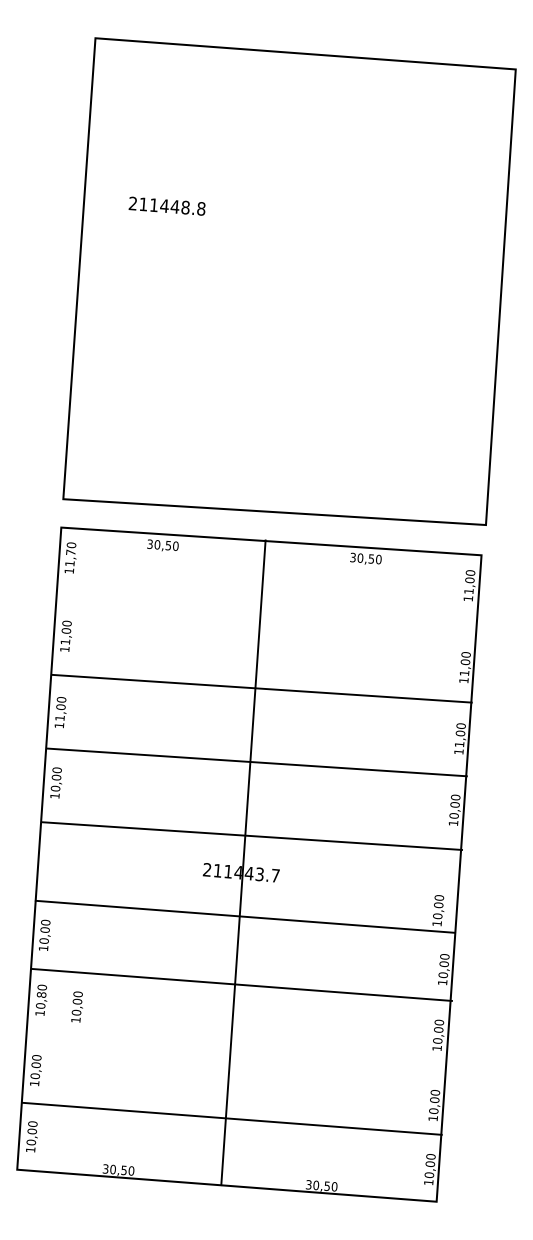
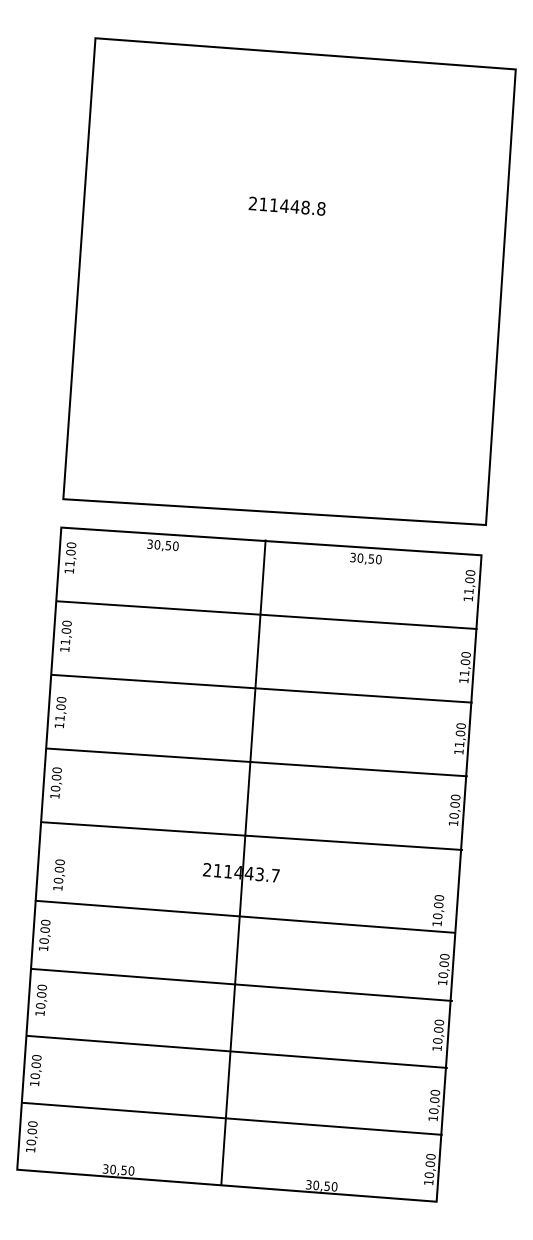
text at (166, 205) position: (166, 205) -> (286, 205)
text at (70, 552): 11,70 -> 11,00
line at (266, 614): none -> present
text at (41, 994): 10,80 -> 10,00
text at (76, 1006) position: (76, 1006) -> (58, 874)
line at (236, 1051): none -> present
